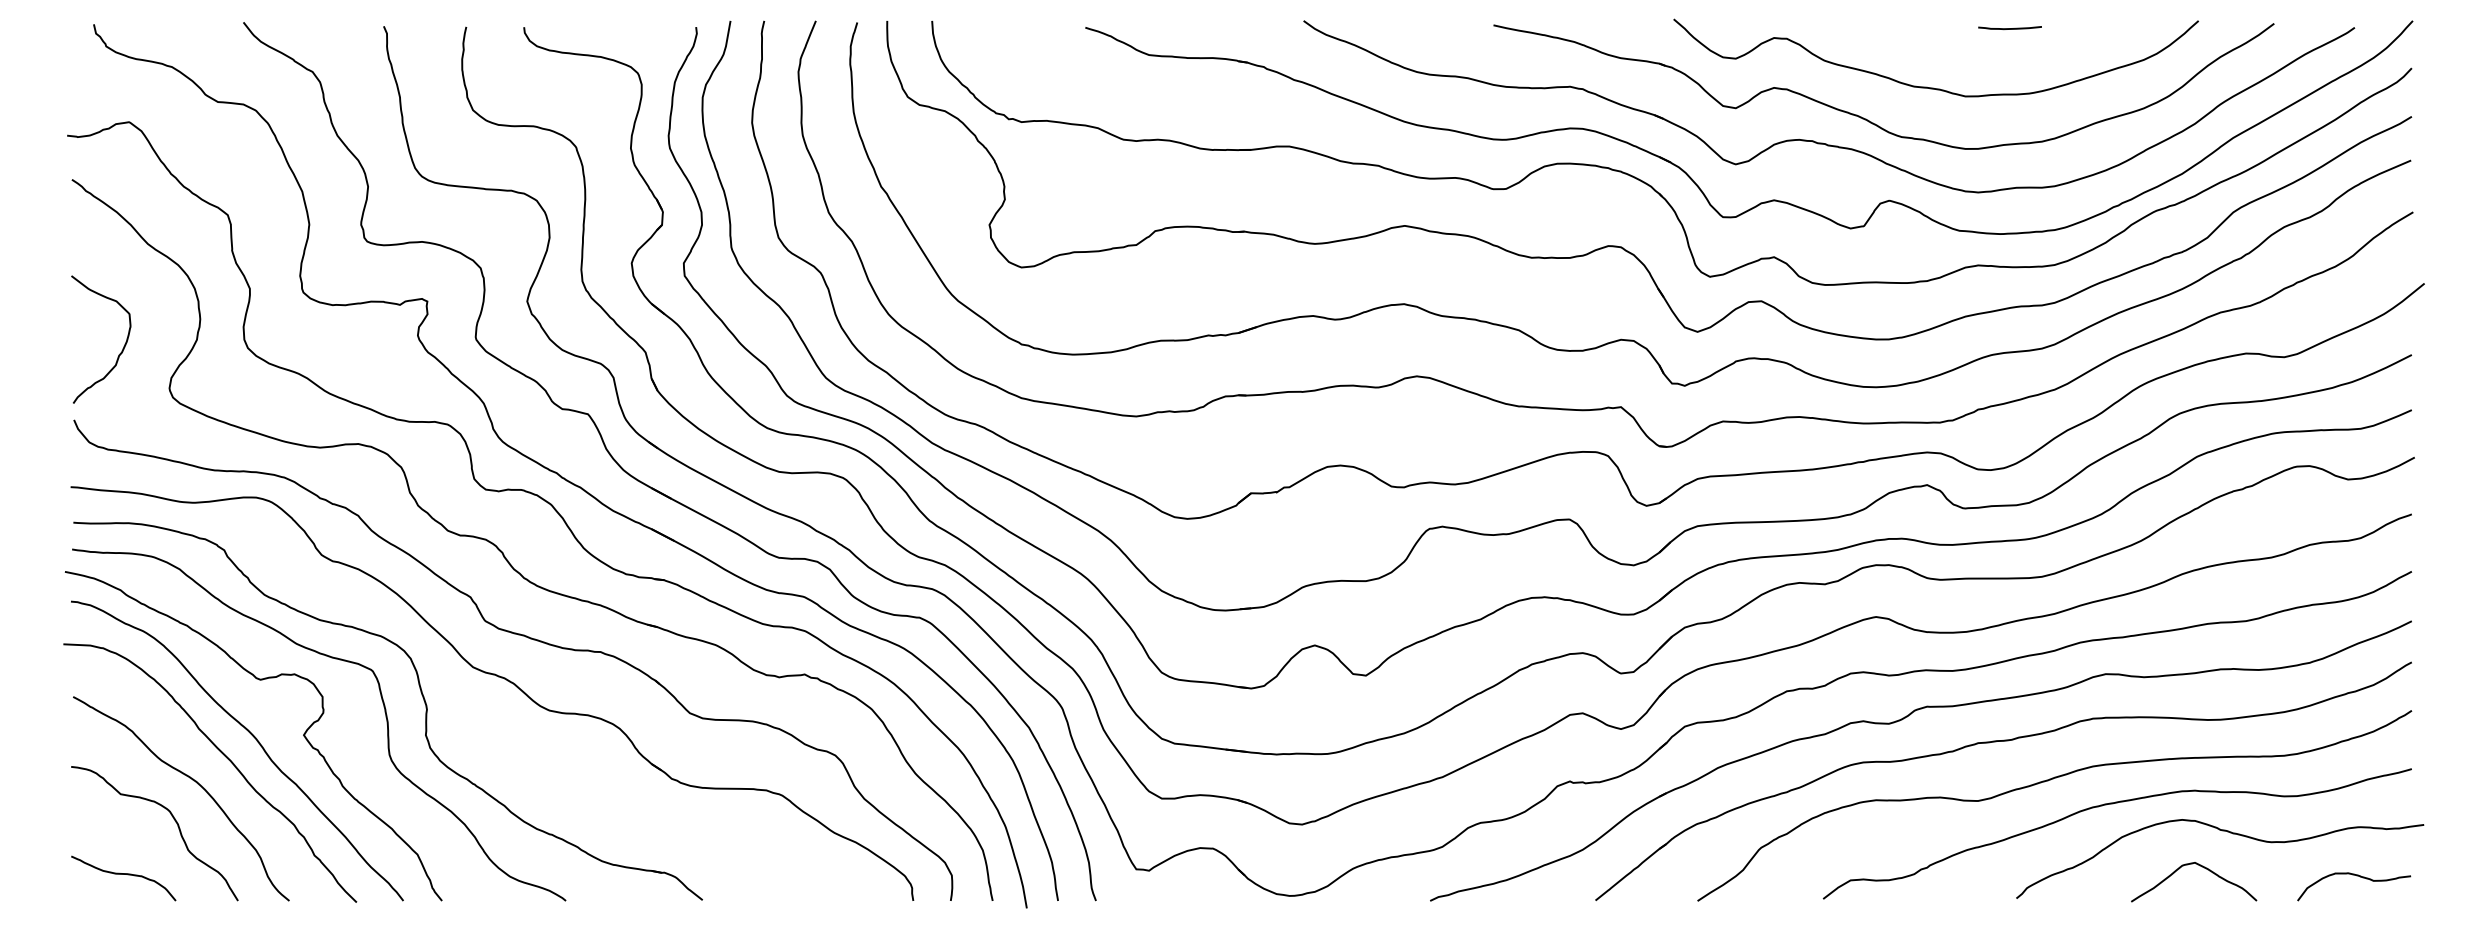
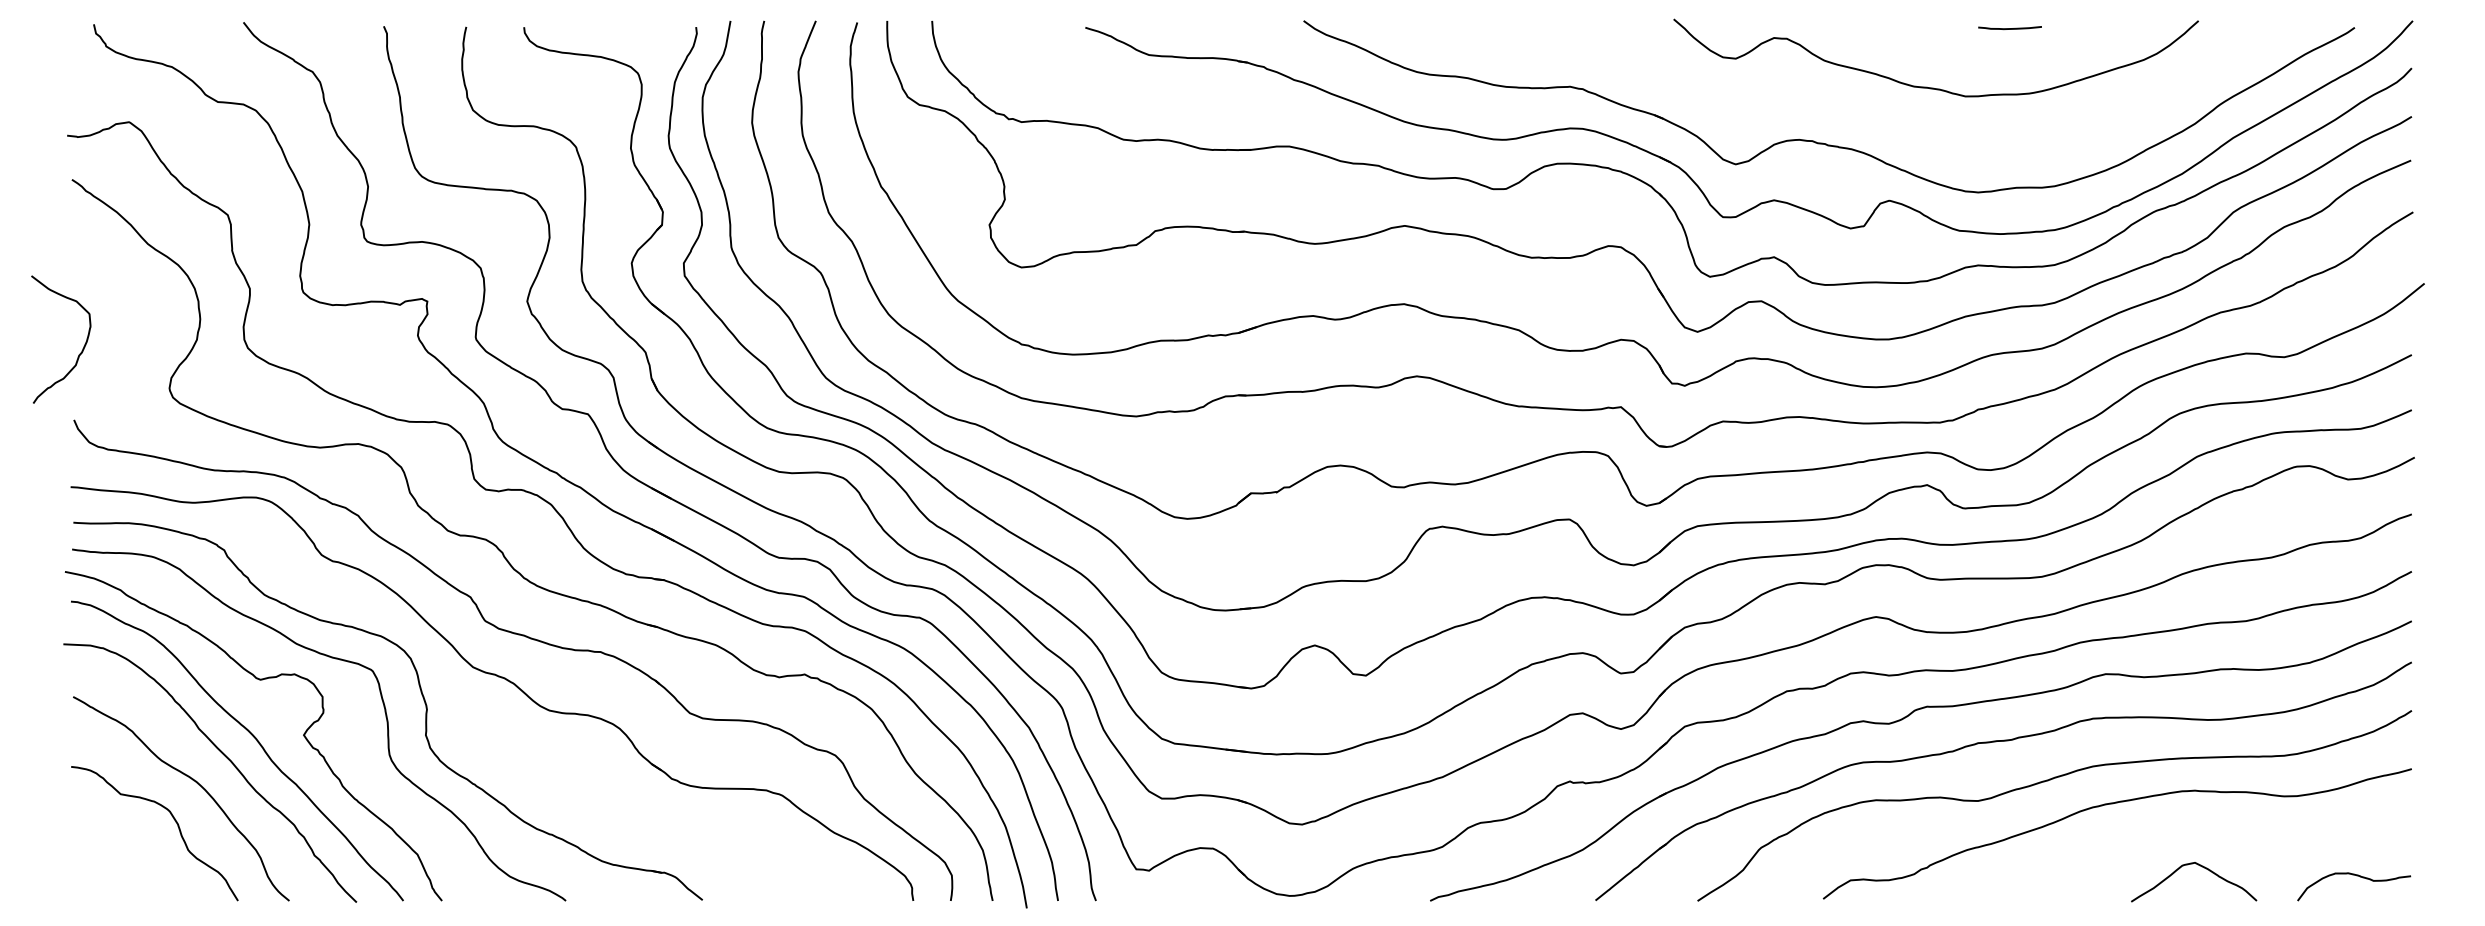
part at (1866, 118): present -> none
curve at (118, 354) position: (118, 354) -> (78, 354)
curve at (2227, 832): present -> none
curve at (123, 874): present -> none
